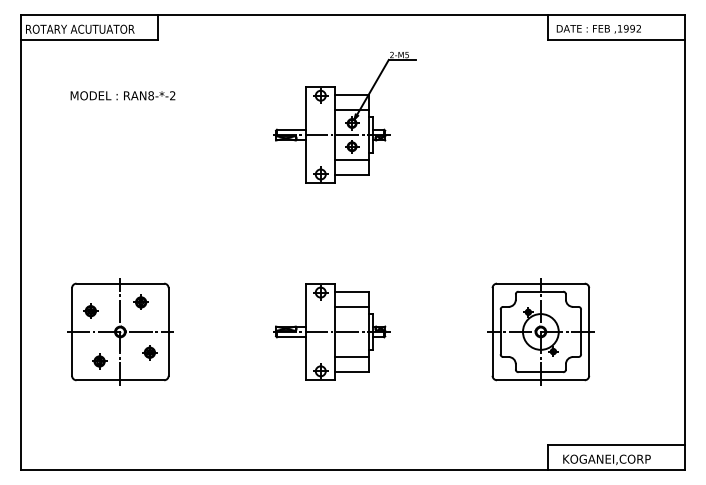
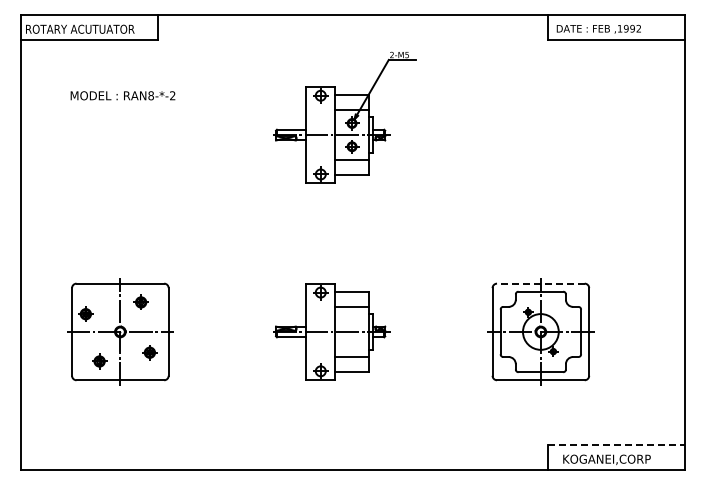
line at (540, 283): solid -> dashed
part at (90, 310) position: (90, 310) -> (85, 313)
line at (617, 444): solid -> dashed
